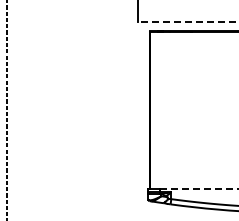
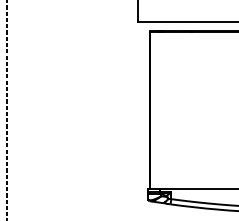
line at (188, 21): dashed -> solid
line at (199, 189): dashed -> solid
